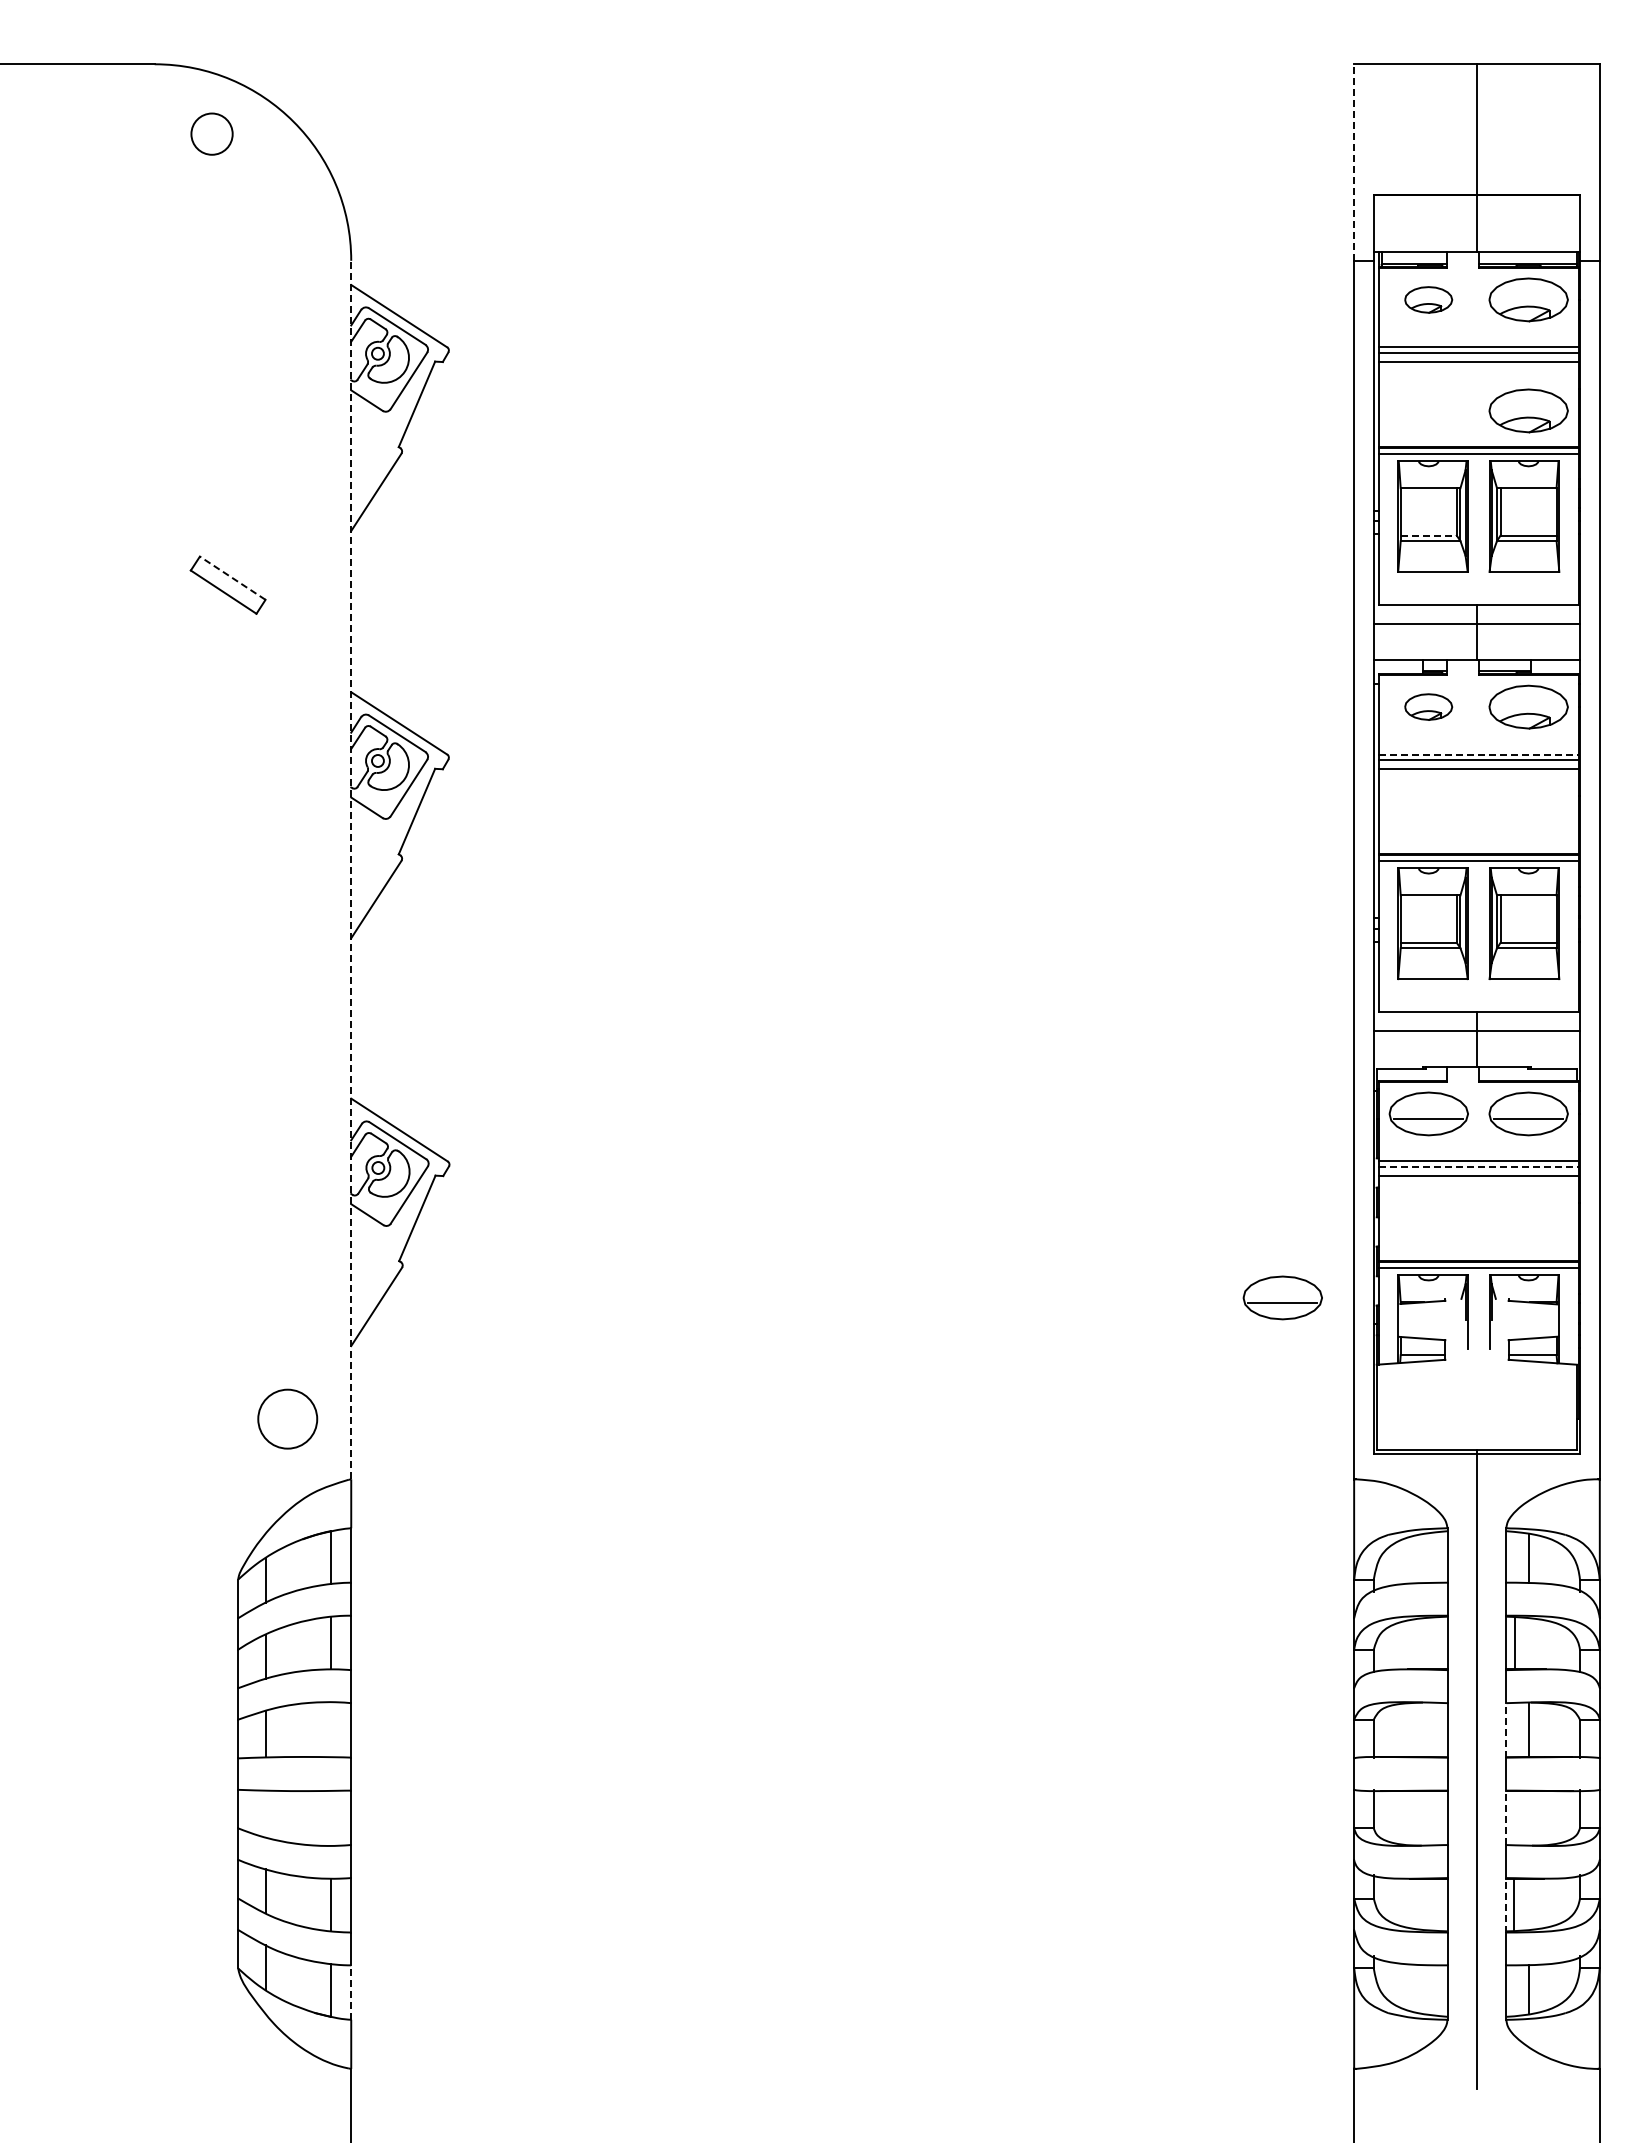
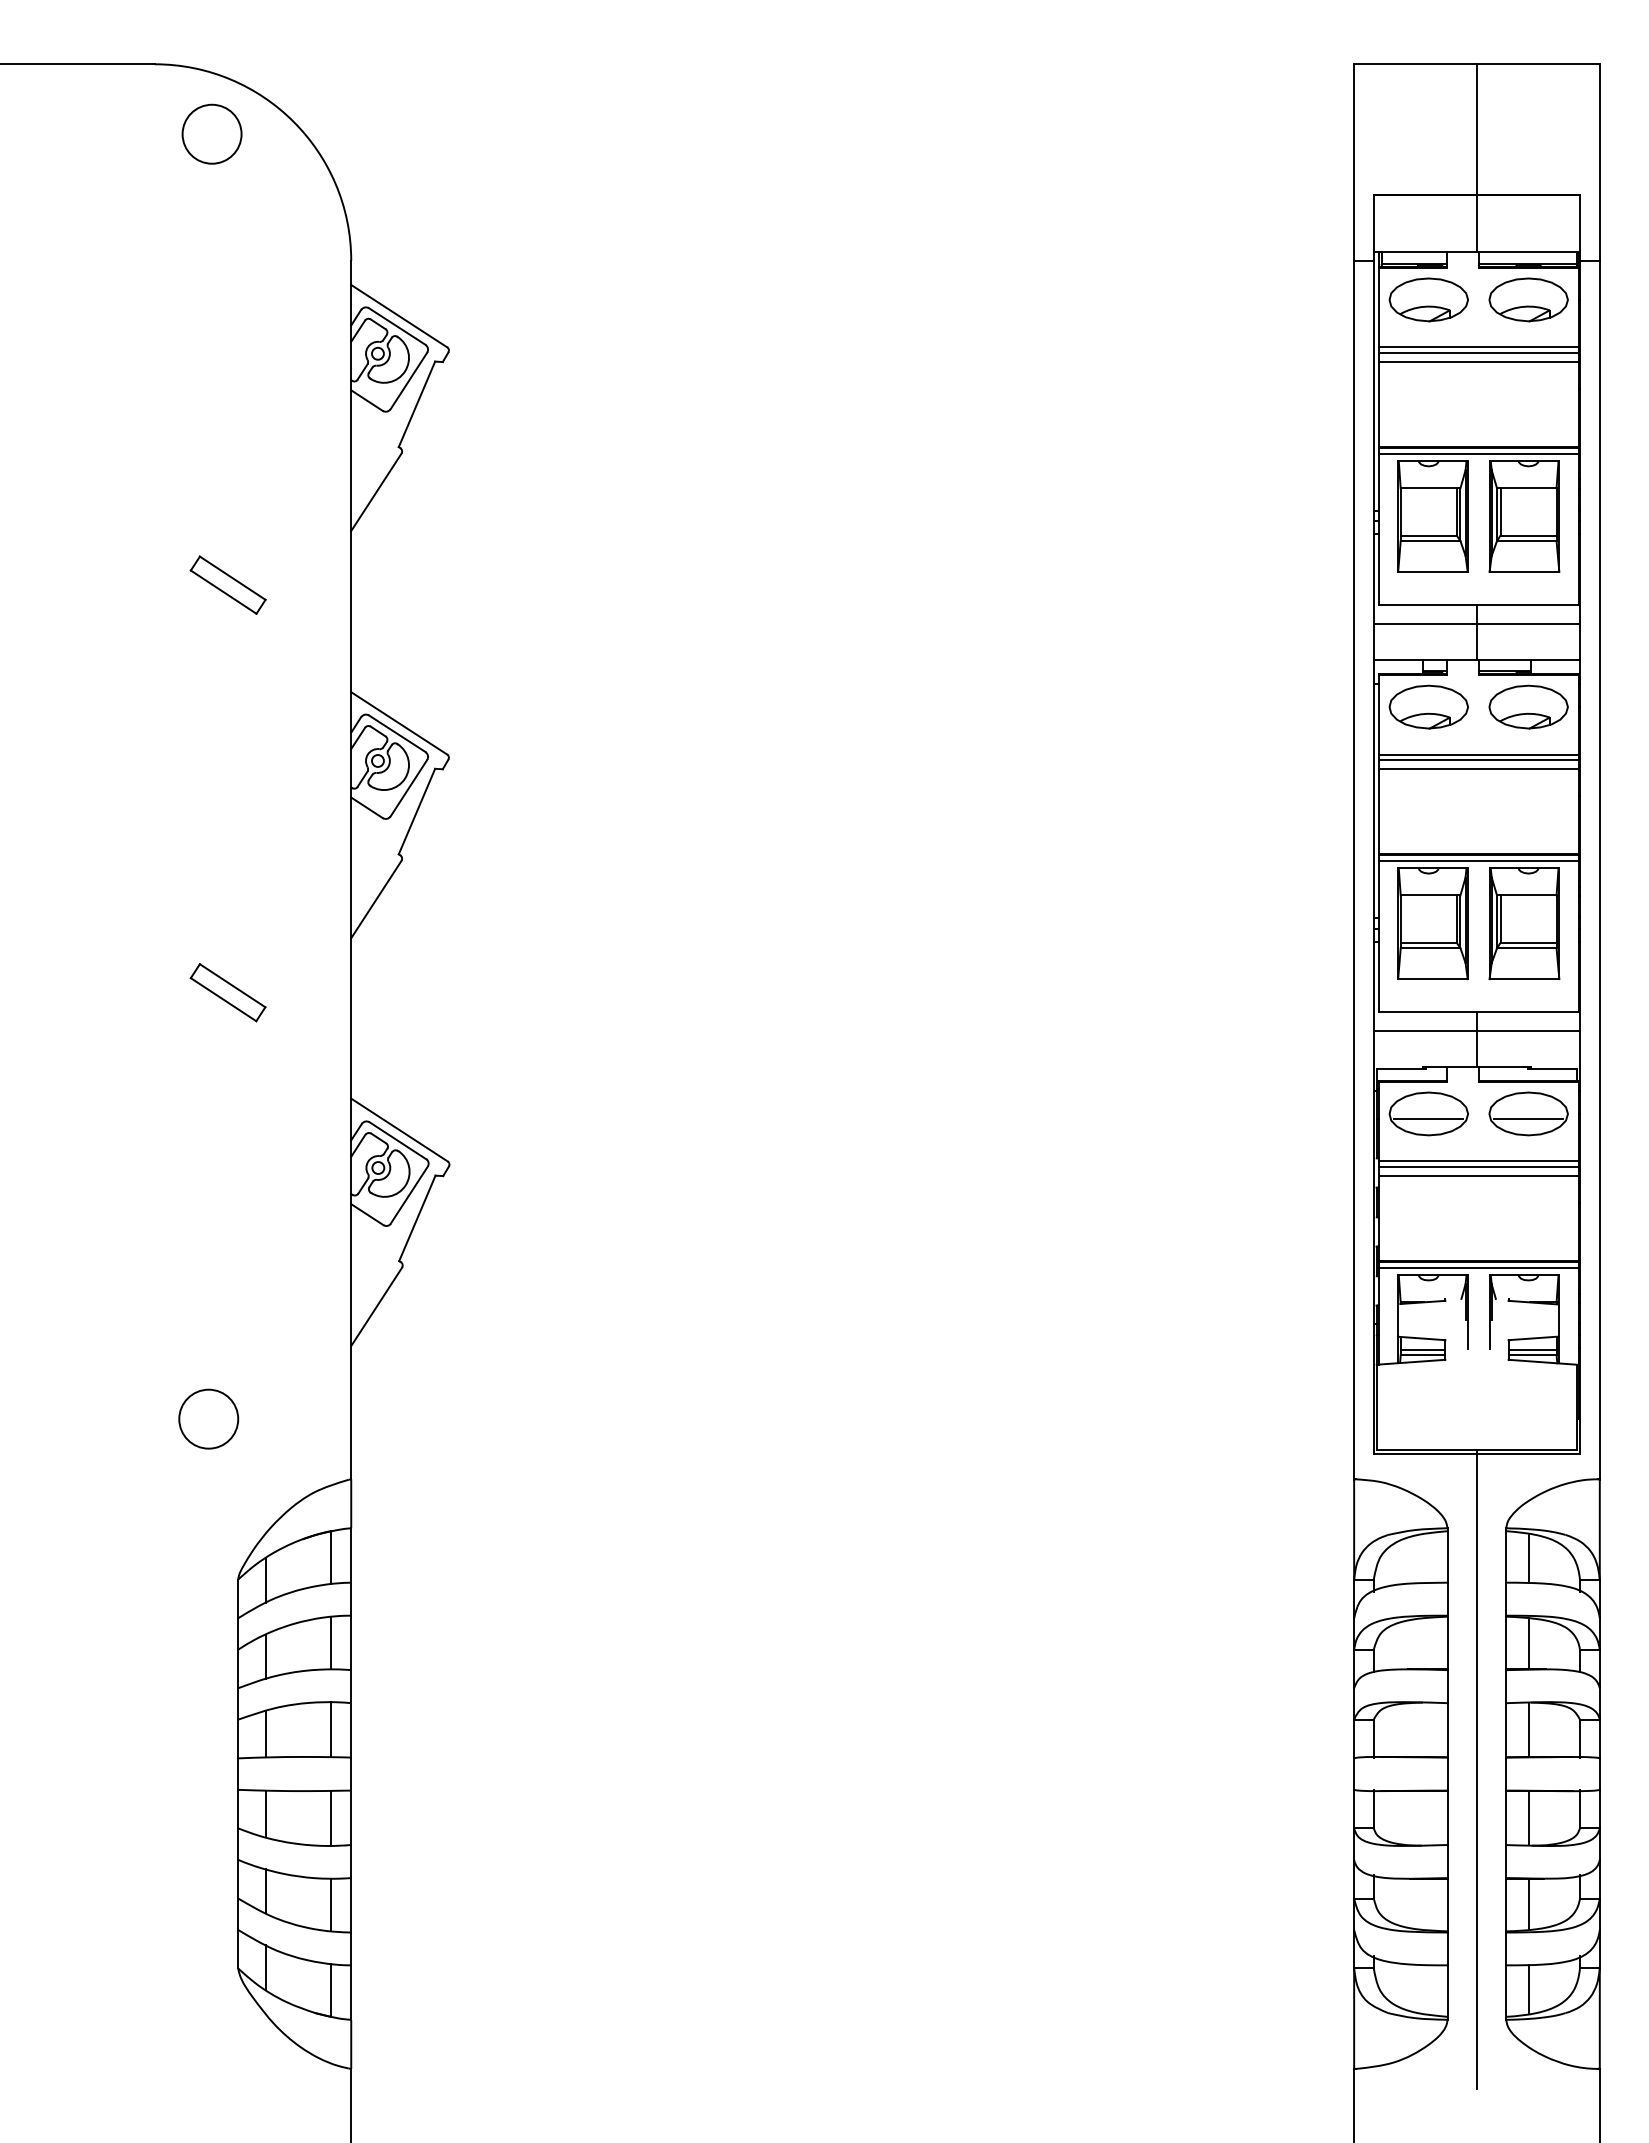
circle at (211, 133) size: 44x44 px -> 62x62 px
line at (1354, 162): dashed -> solid
part at (1428, 299) size: 50x28 px -> 81x46 px
part at (1528, 410): present -> none
line at (1429, 535): dashed -> solid
line at (232, 577): dashed -> solid
part at (1428, 706) size: 50x28 px -> 81x46 px
line at (1478, 754): dashed -> solid
line at (351, 869): dashed -> solid
part at (227, 992): none -> present
line at (1478, 1166): dashed -> solid
part at (1282, 1297): present -> none
line at (1422, 1349): none -> present
line at (1532, 1349): none -> present
circle at (287, 1418) position: (287, 1418) -> (208, 1418)
line at (1514, 1643) position: (1514, 1643) -> (1528, 1643)
line at (330, 1729): none -> present
line at (1506, 1729): dashed -> solid
line at (265, 1813): none -> present
line at (1506, 1817): dashed -> solid
line at (330, 1818): none -> present
line at (1528, 1818): none -> present
line at (1513, 1903) position: (1513, 1903) -> (1528, 1903)
line at (1506, 1904): dashed -> solid
line at (351, 1992): dashed -> solid
